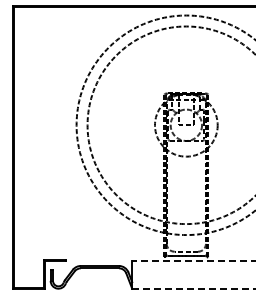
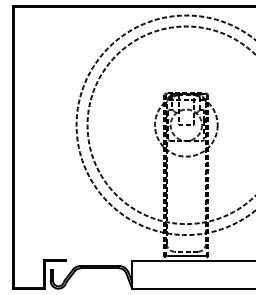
line at (194, 261): dashed -> solid
line at (194, 288): dashed -> solid
